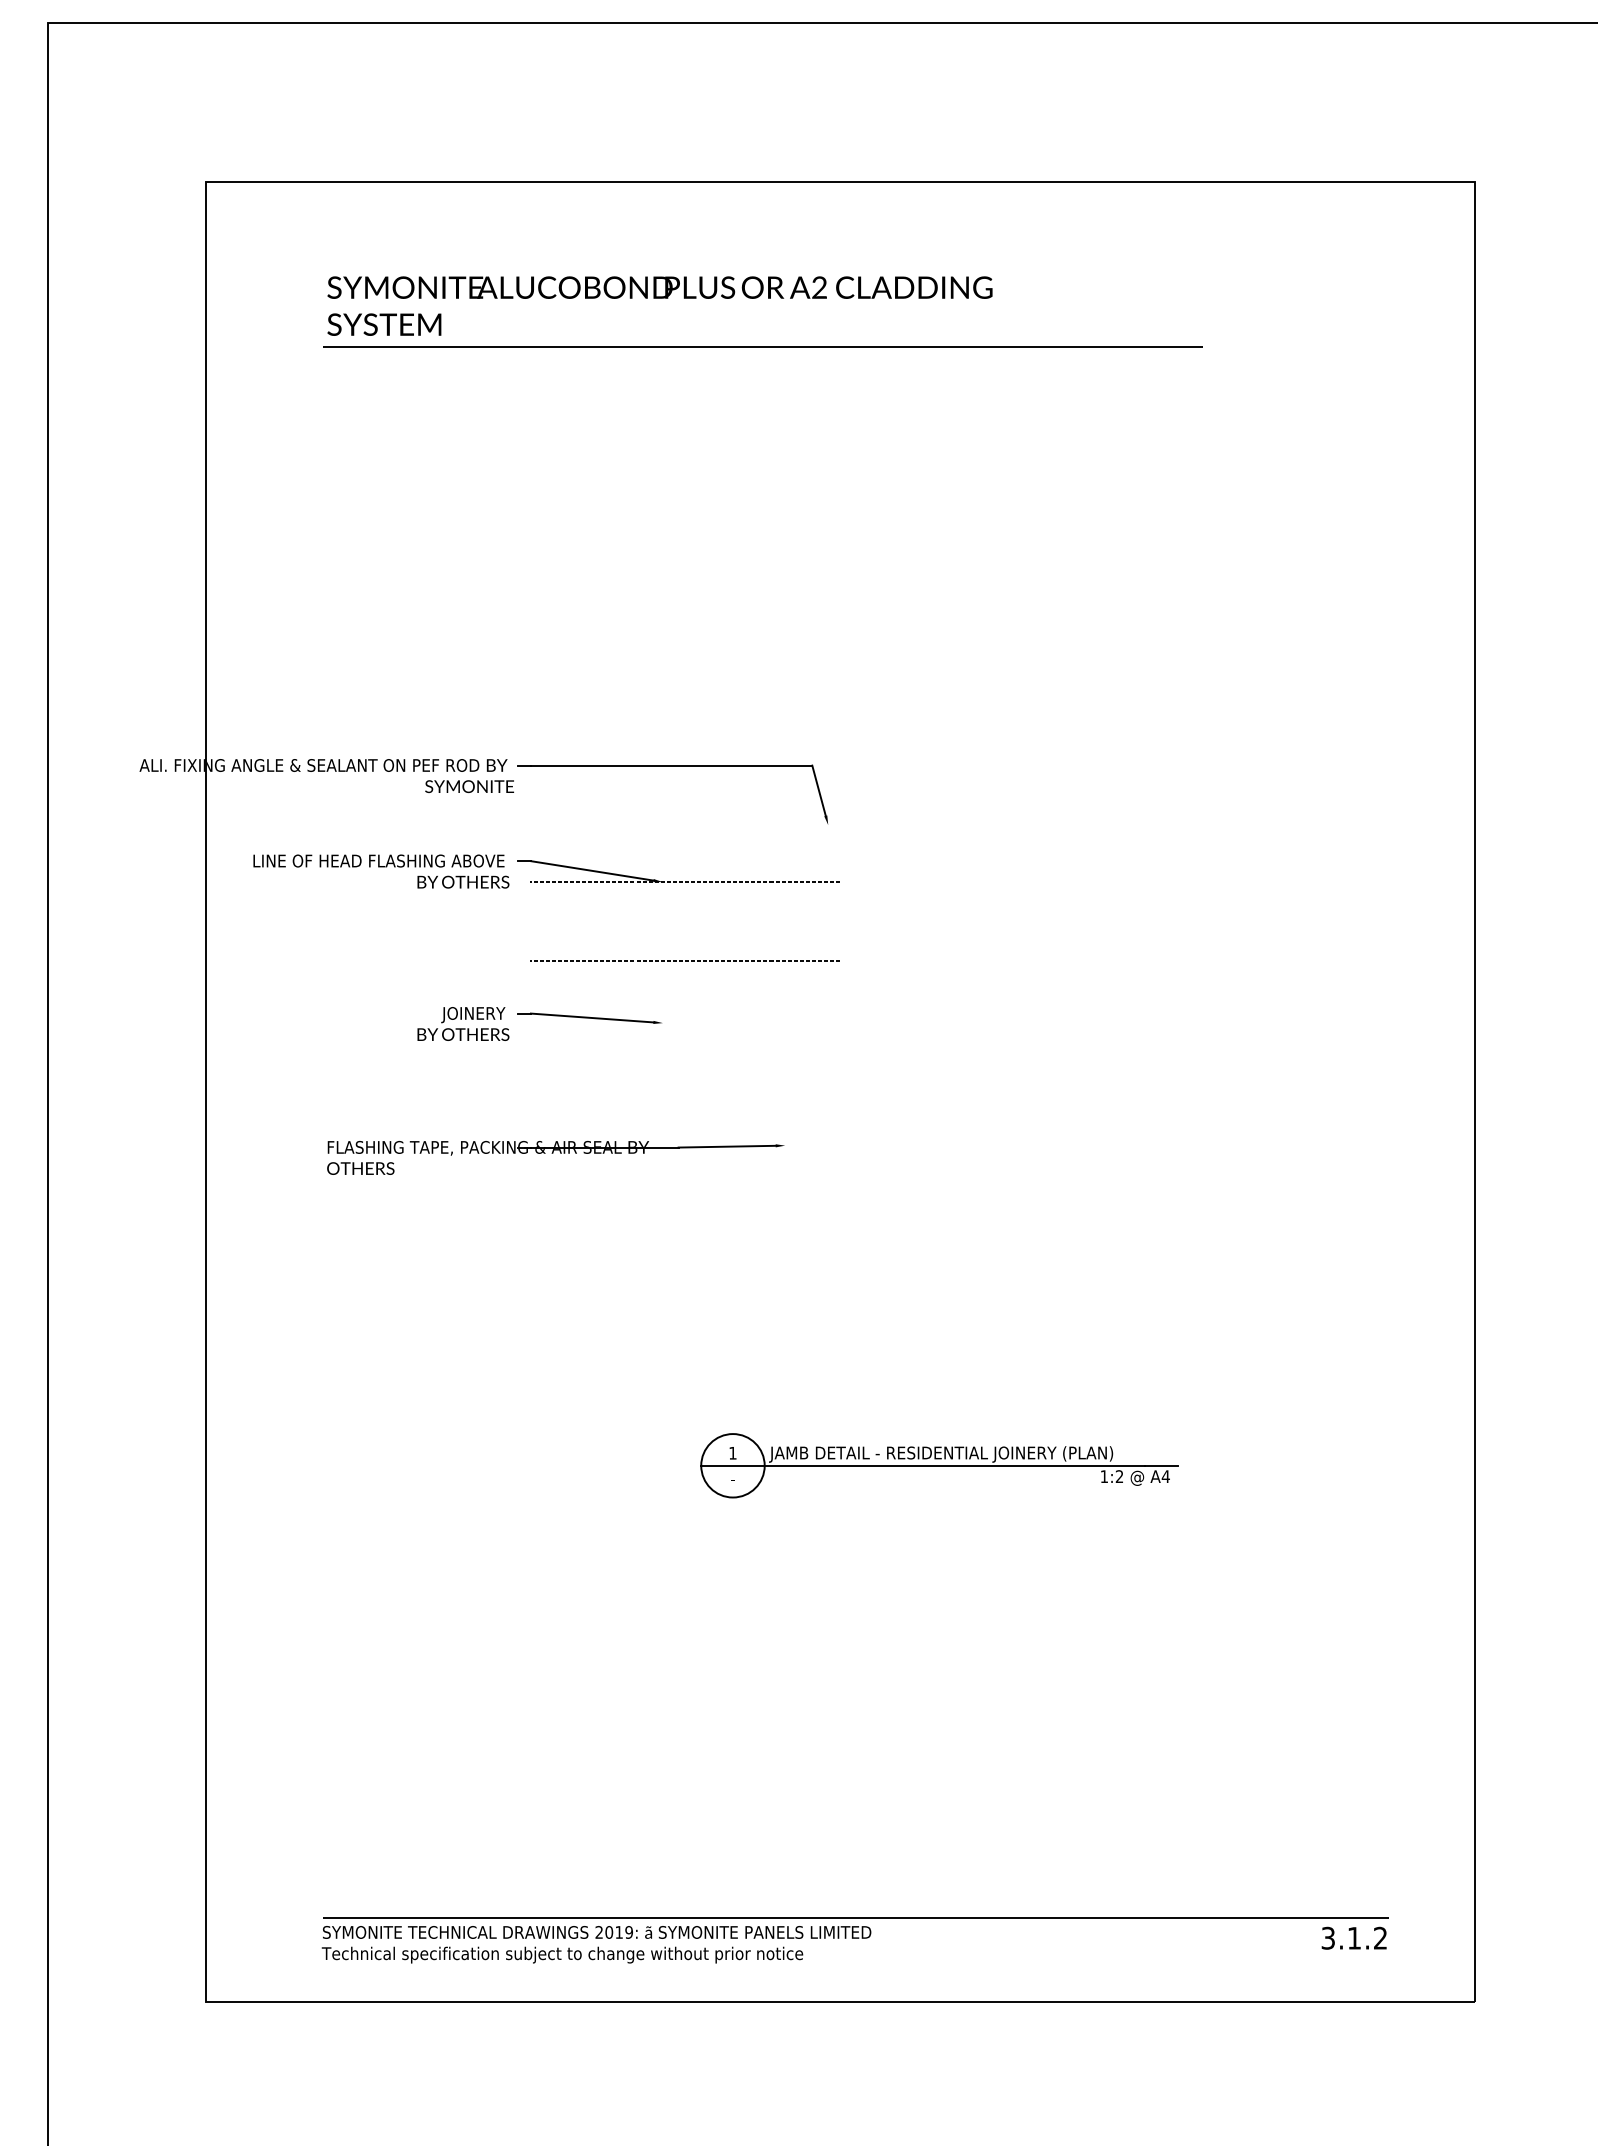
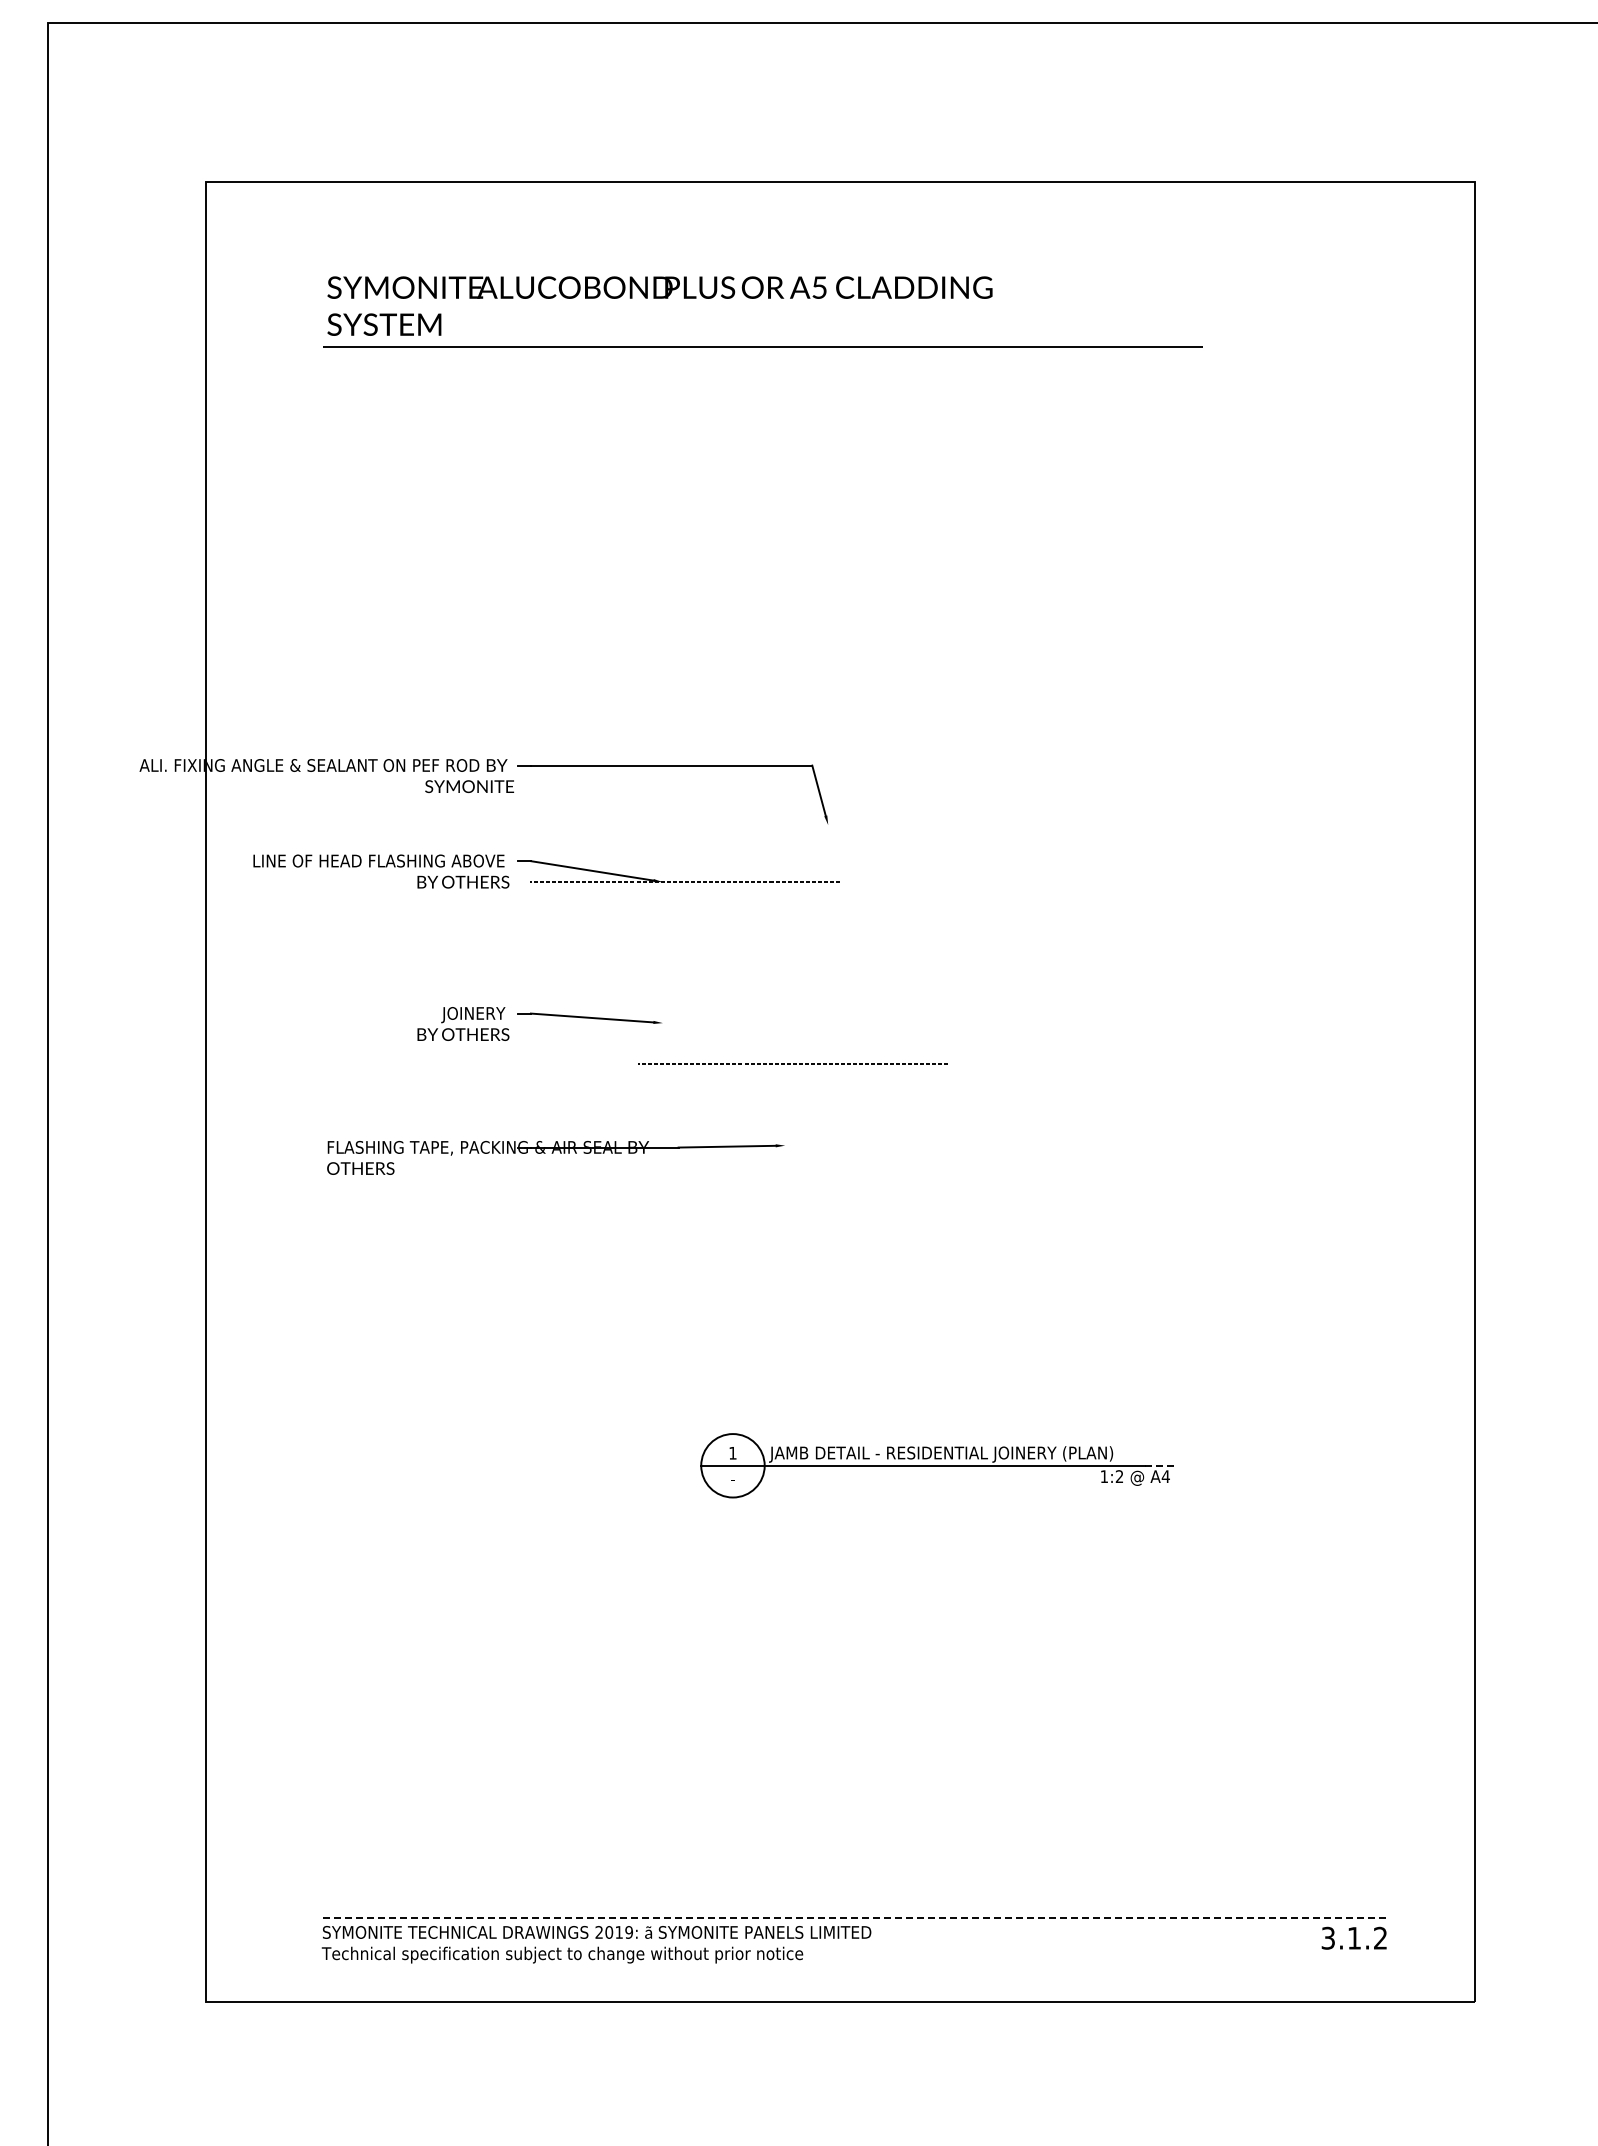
text at (819, 287): A2 -> A5
line at (685, 960) position: (685, 960) -> (793, 1063)
line at (1162, 1465): solid -> dashed
line at (856, 1918): solid -> dashed
